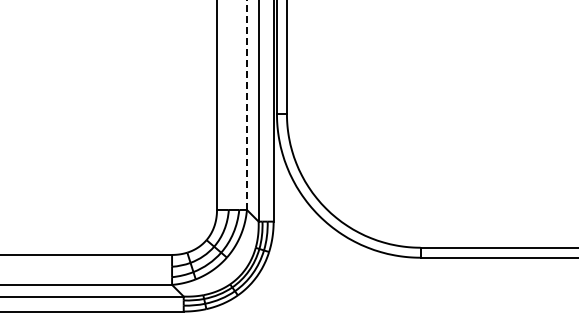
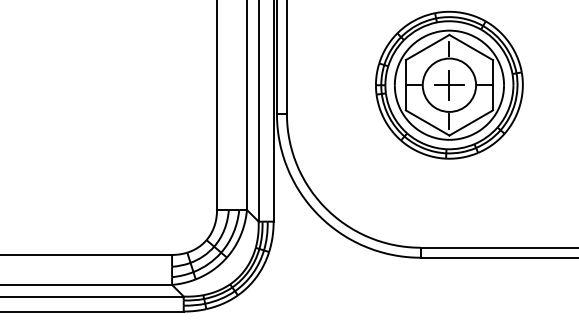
part at (449, 84): none -> present
line at (247, 105): dashed -> solid
